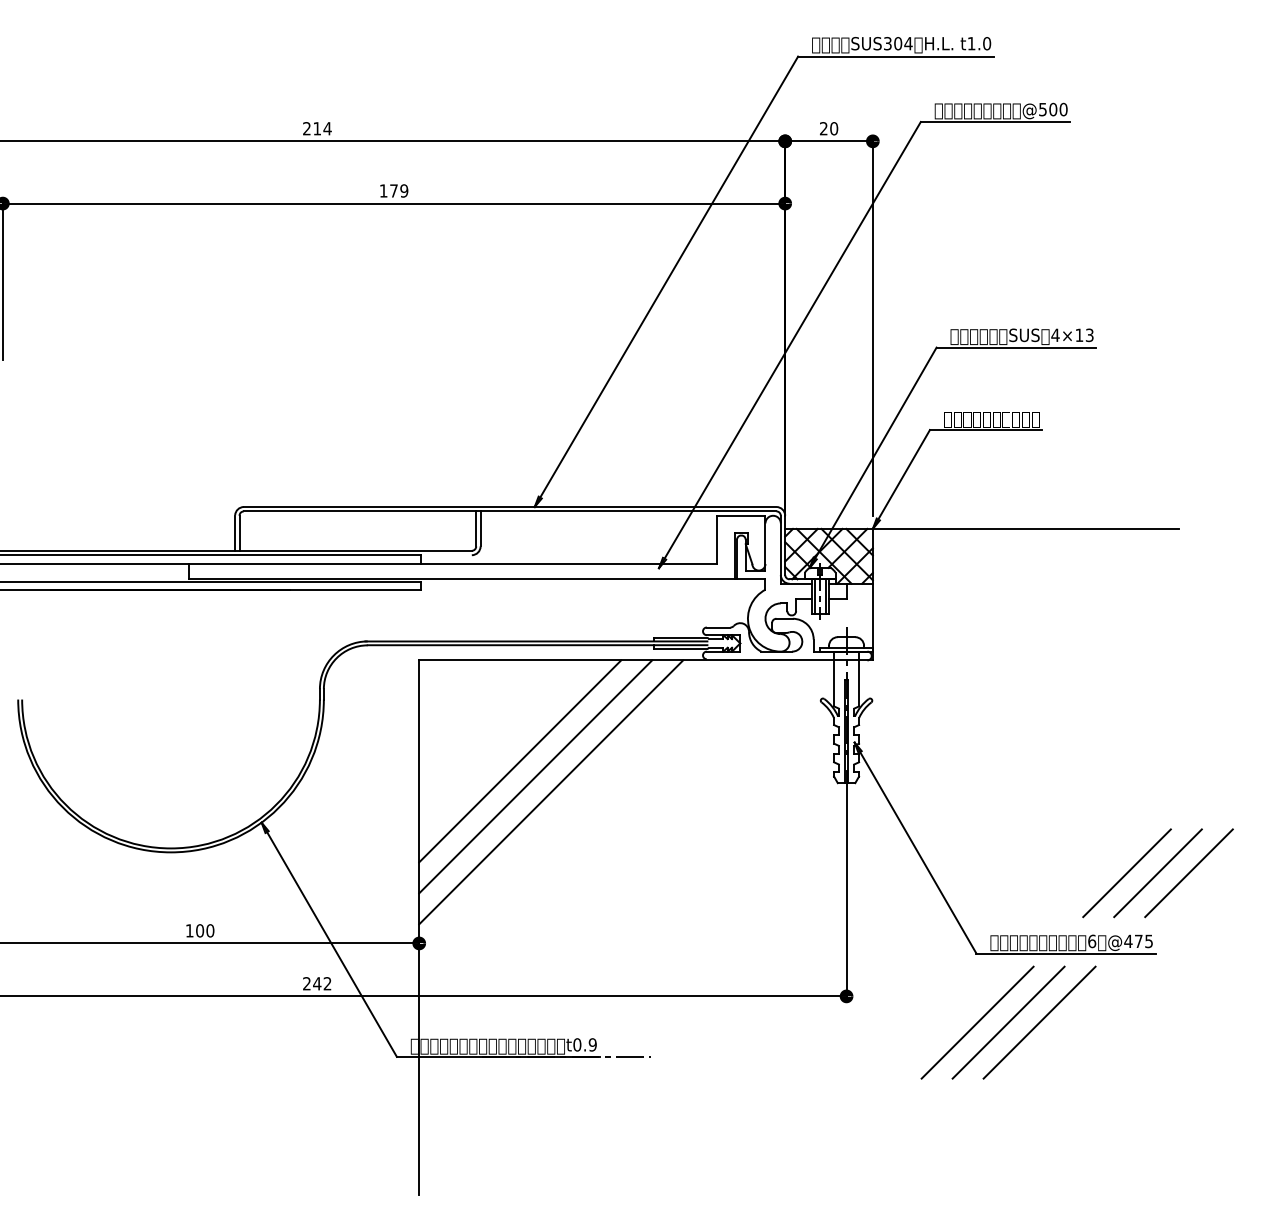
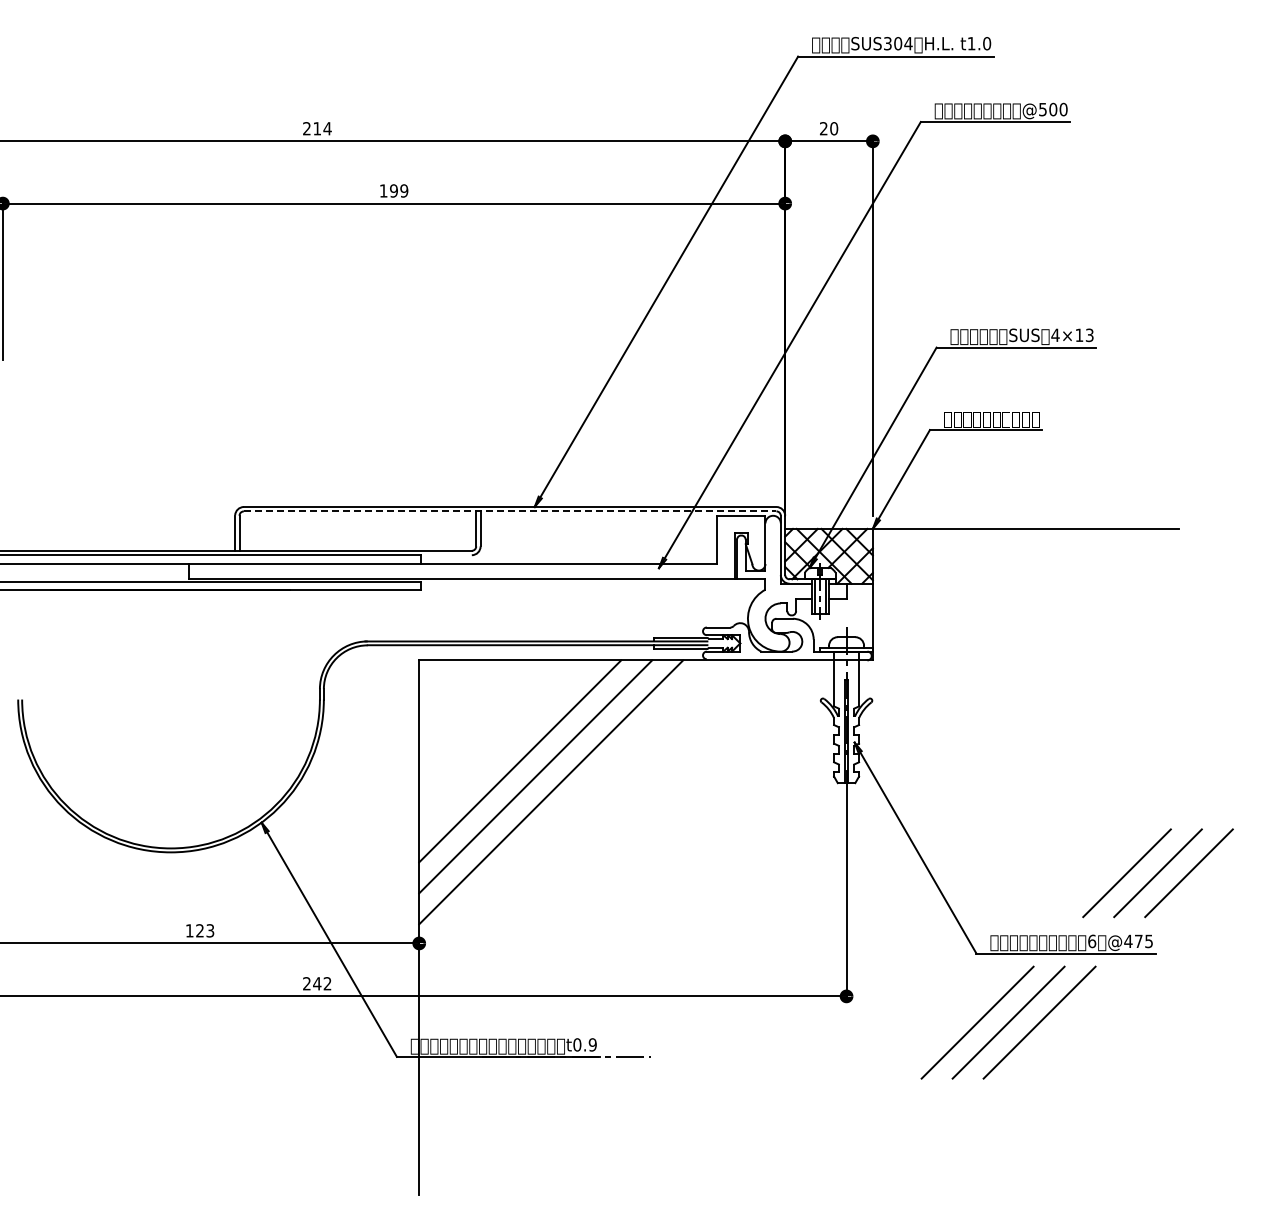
text at (393, 190): 179 -> 199
line at (510, 511): solid -> dashed
text at (205, 930): 100 -> 123
